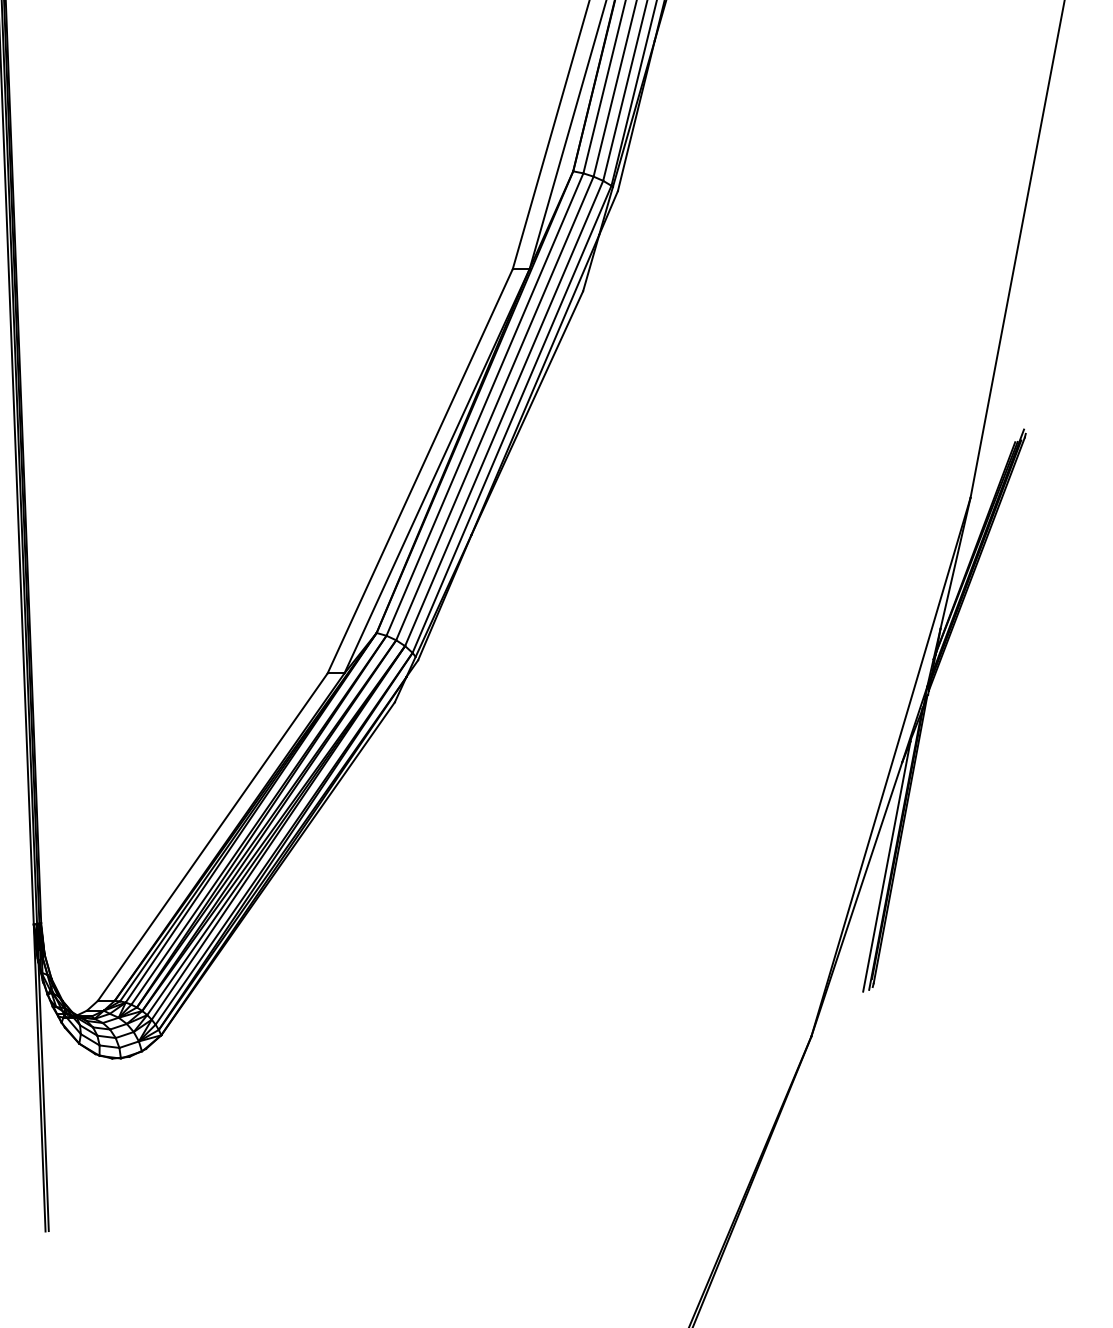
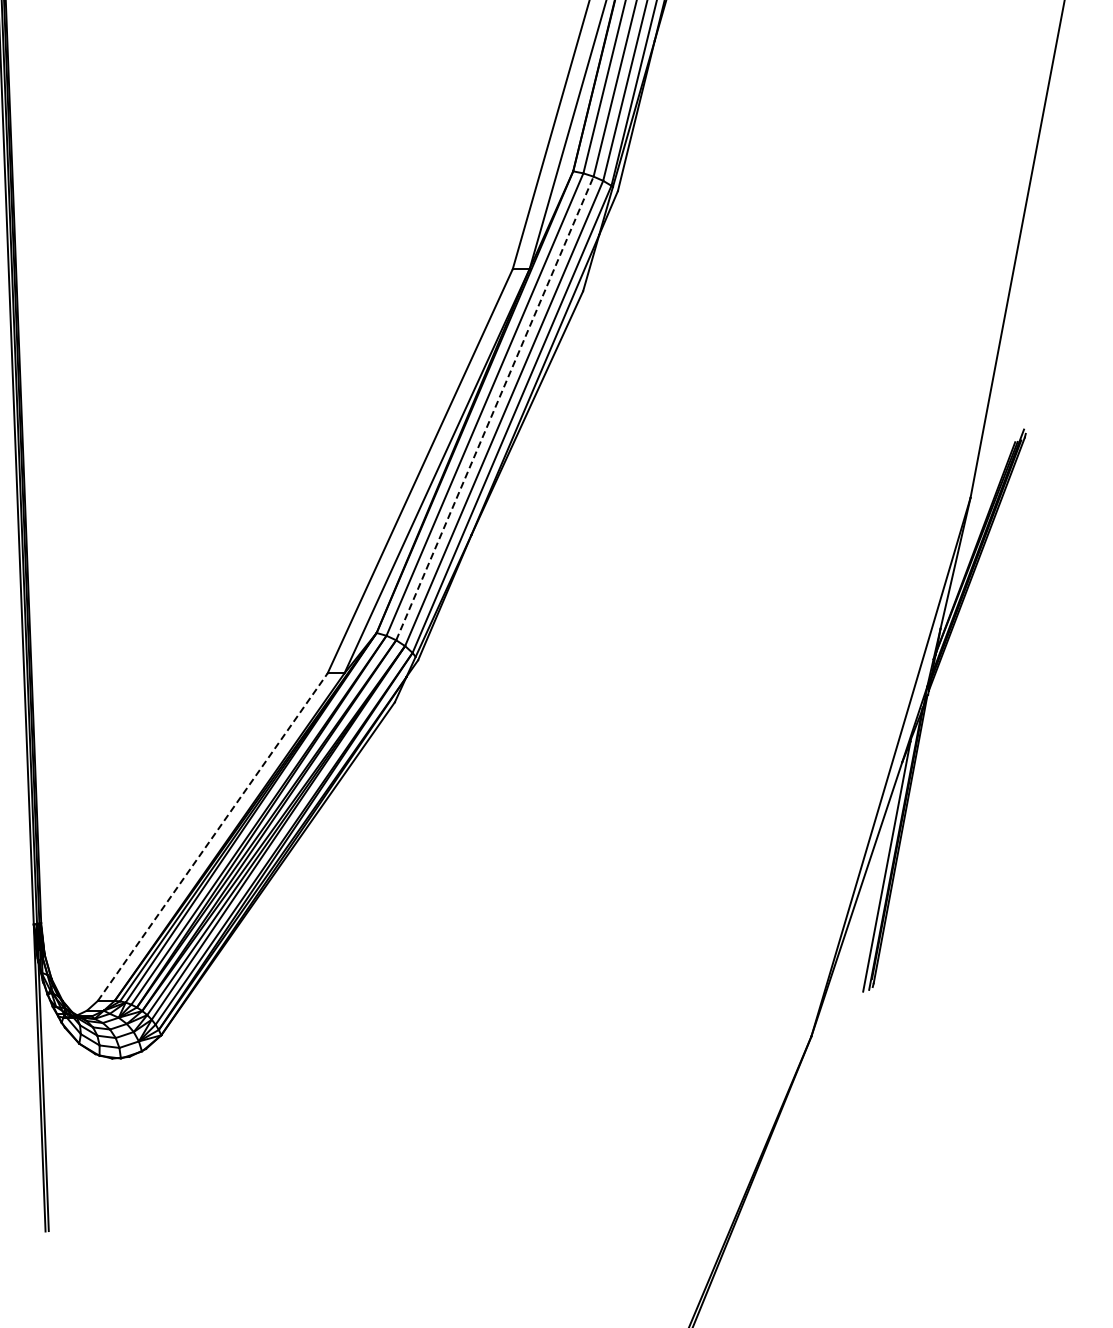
line at (494, 408): solid -> dashed
line at (213, 836): solid -> dashed
